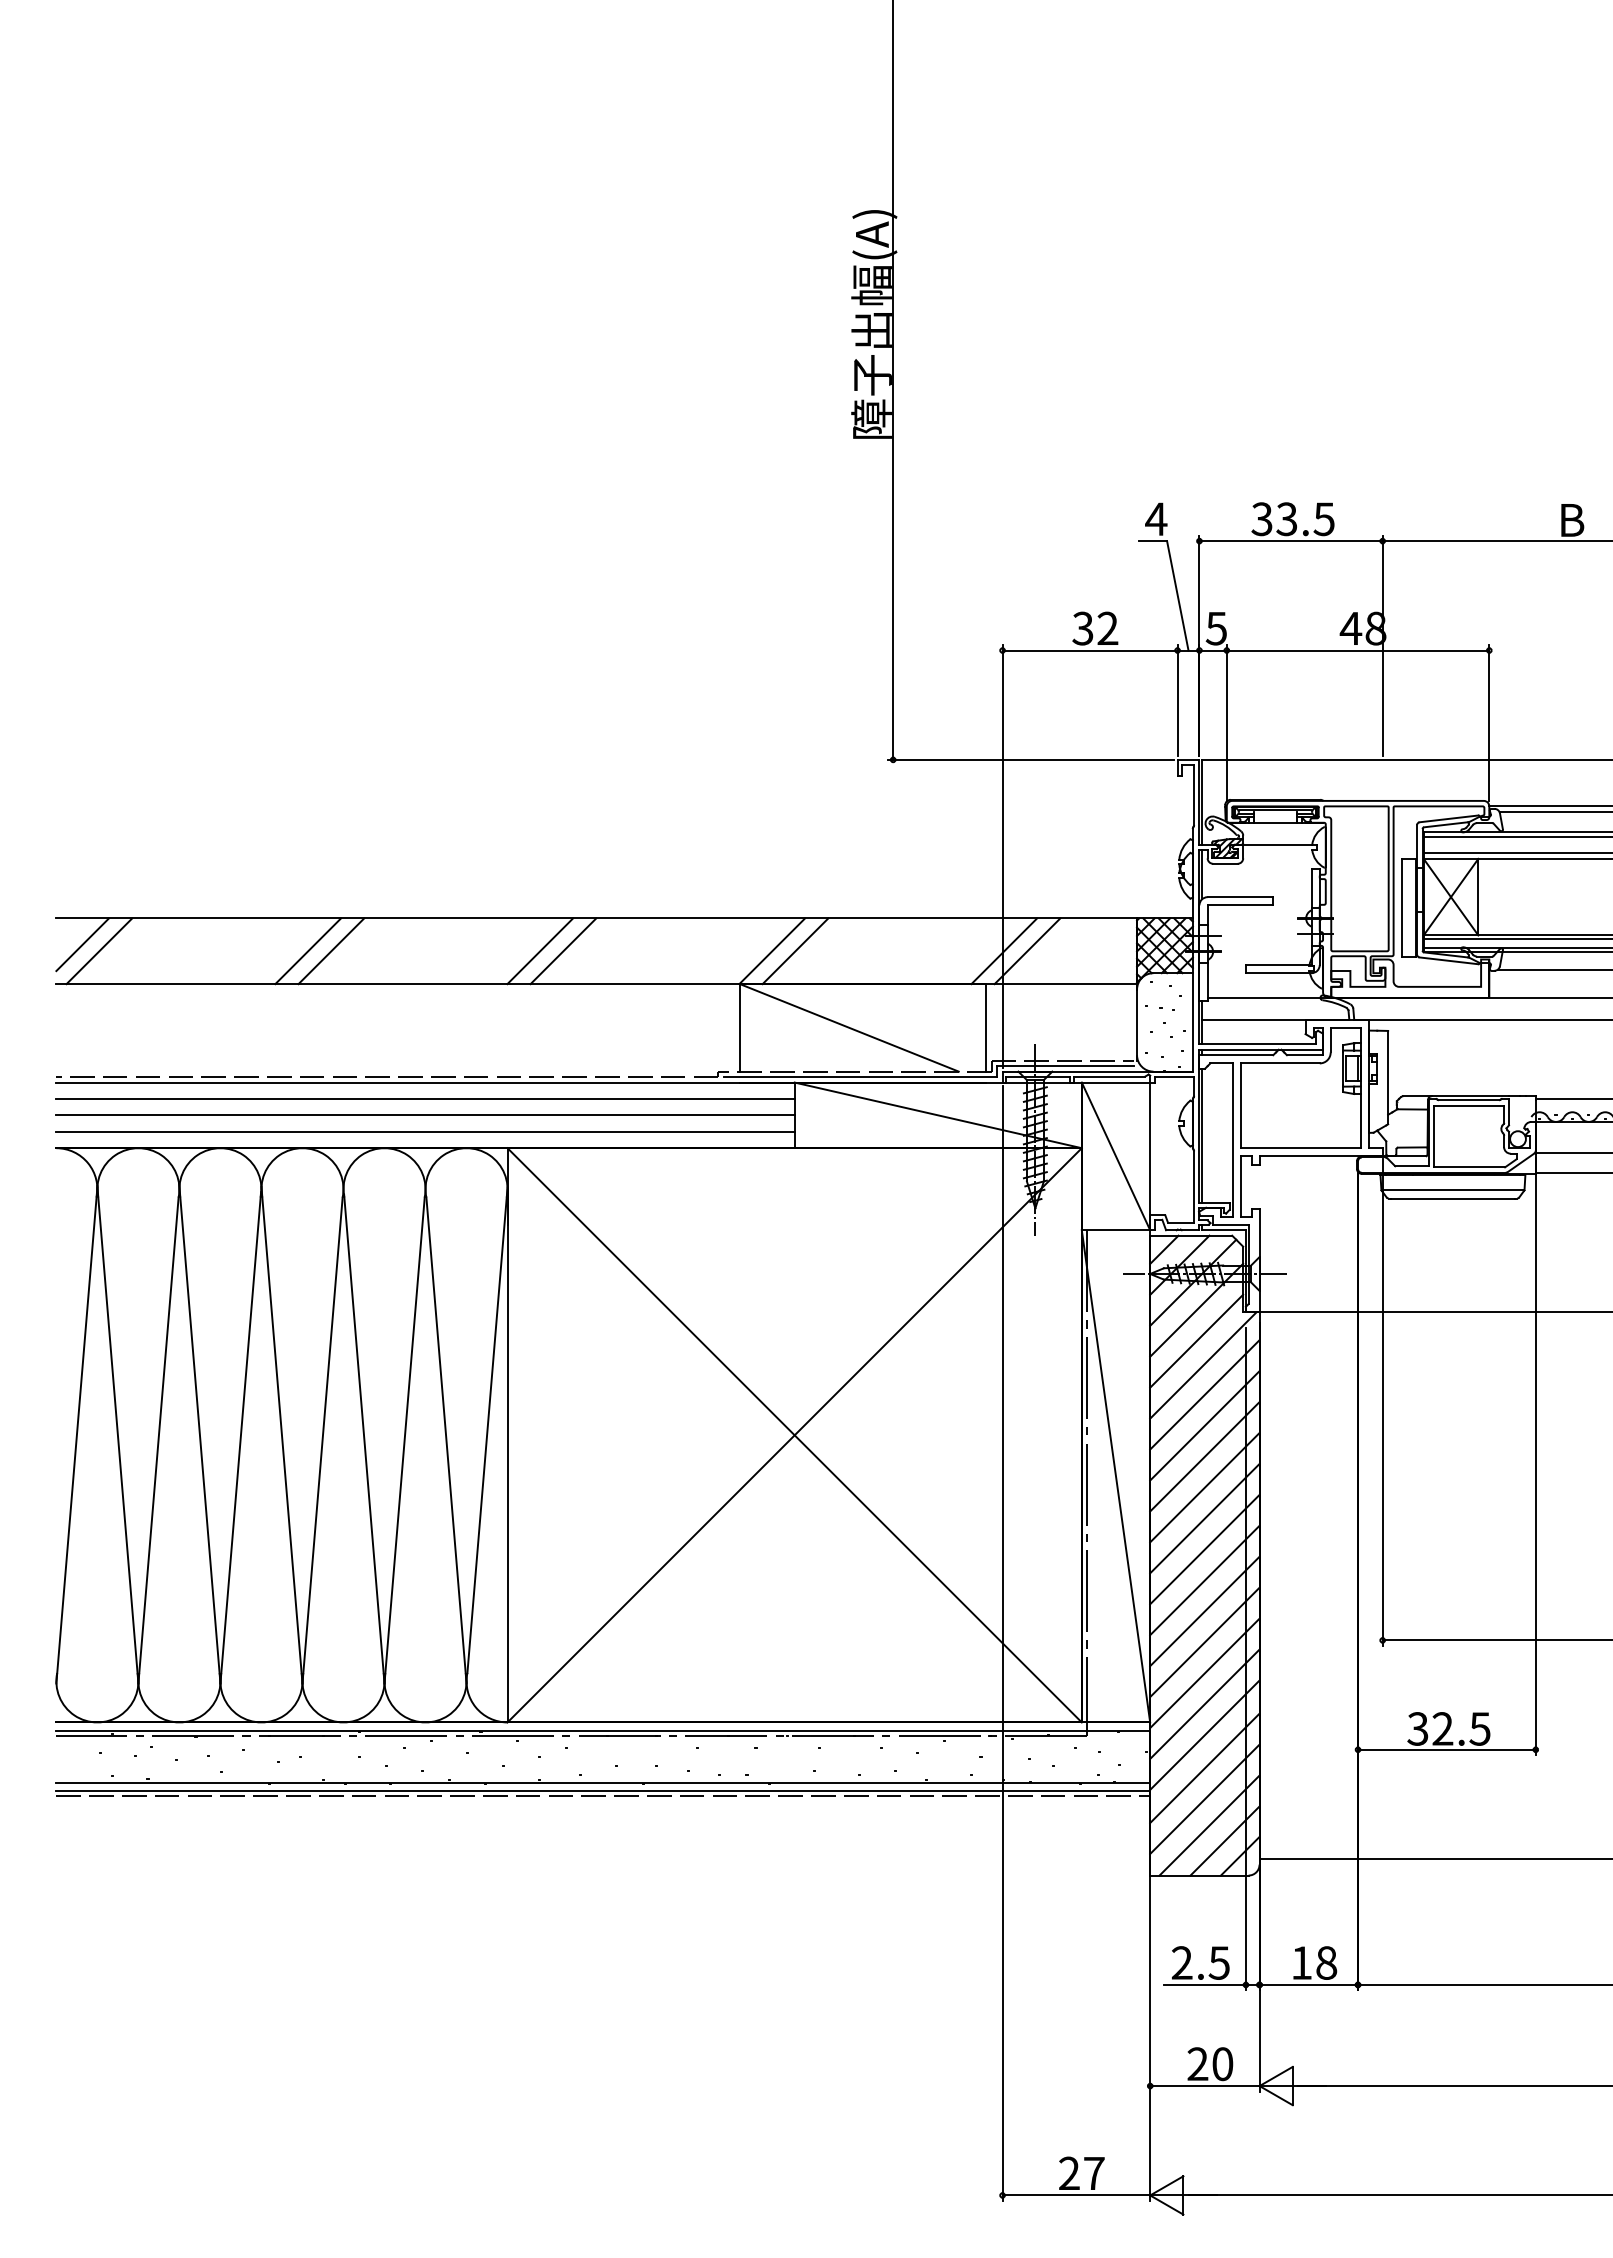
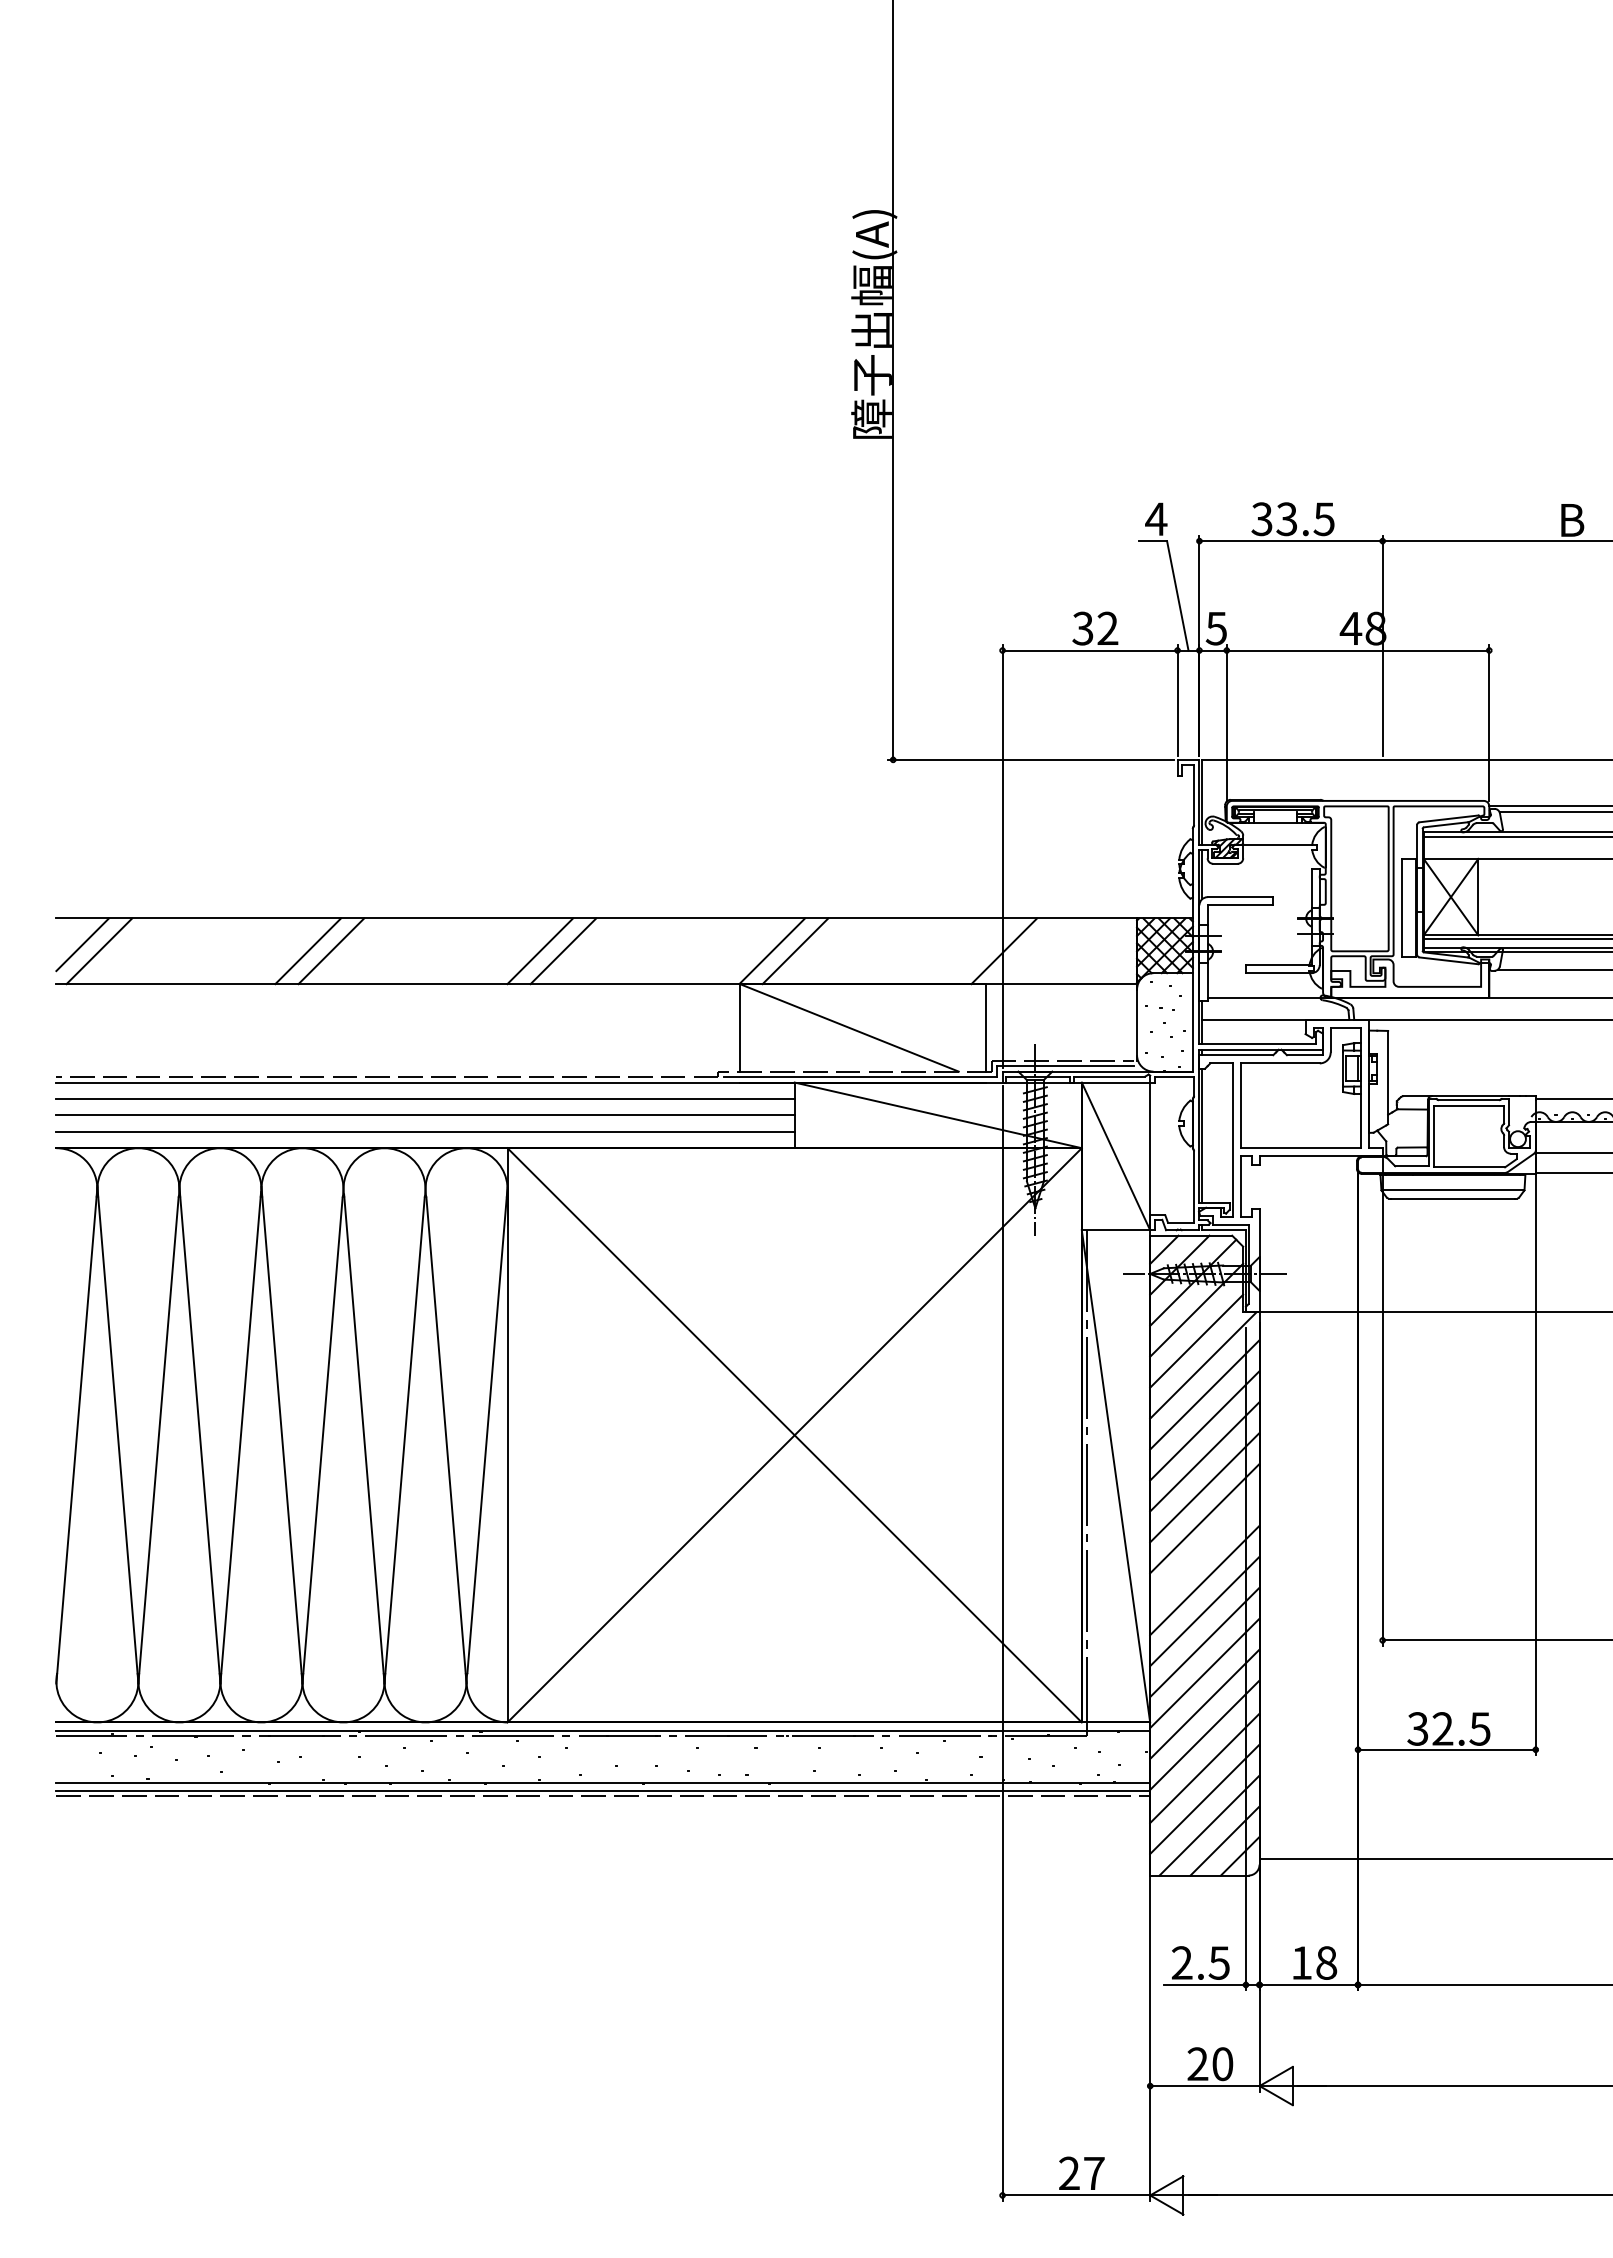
line at (1516, 853): present -> none
line at (1027, 951): present -> none
line at (1204, 1549): present -> none
